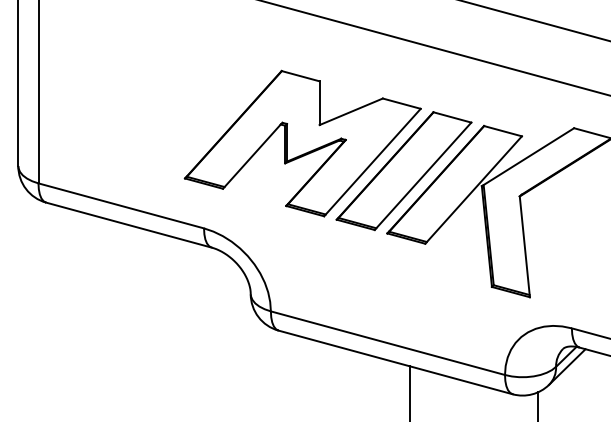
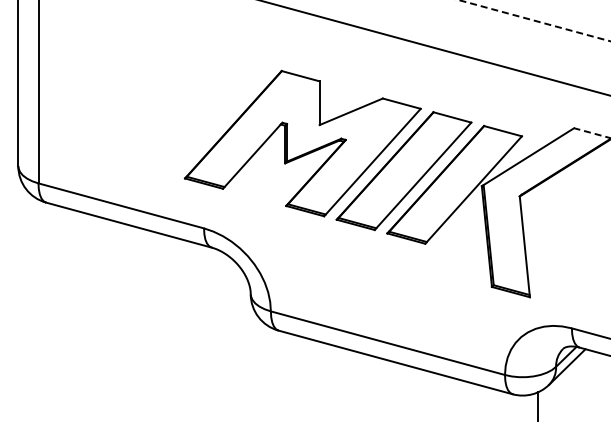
line at (535, 20): solid -> dashed
line at (592, 133): solid -> dashed
line at (410, 392): present -> none
